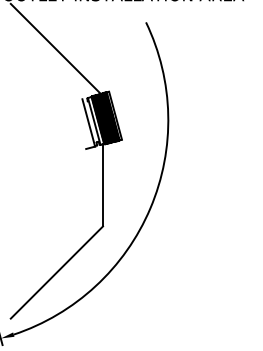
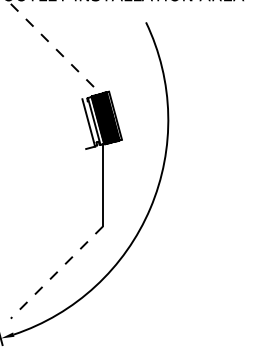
line at (55, 49): solid -> dashed
line at (56, 272): solid -> dashed
